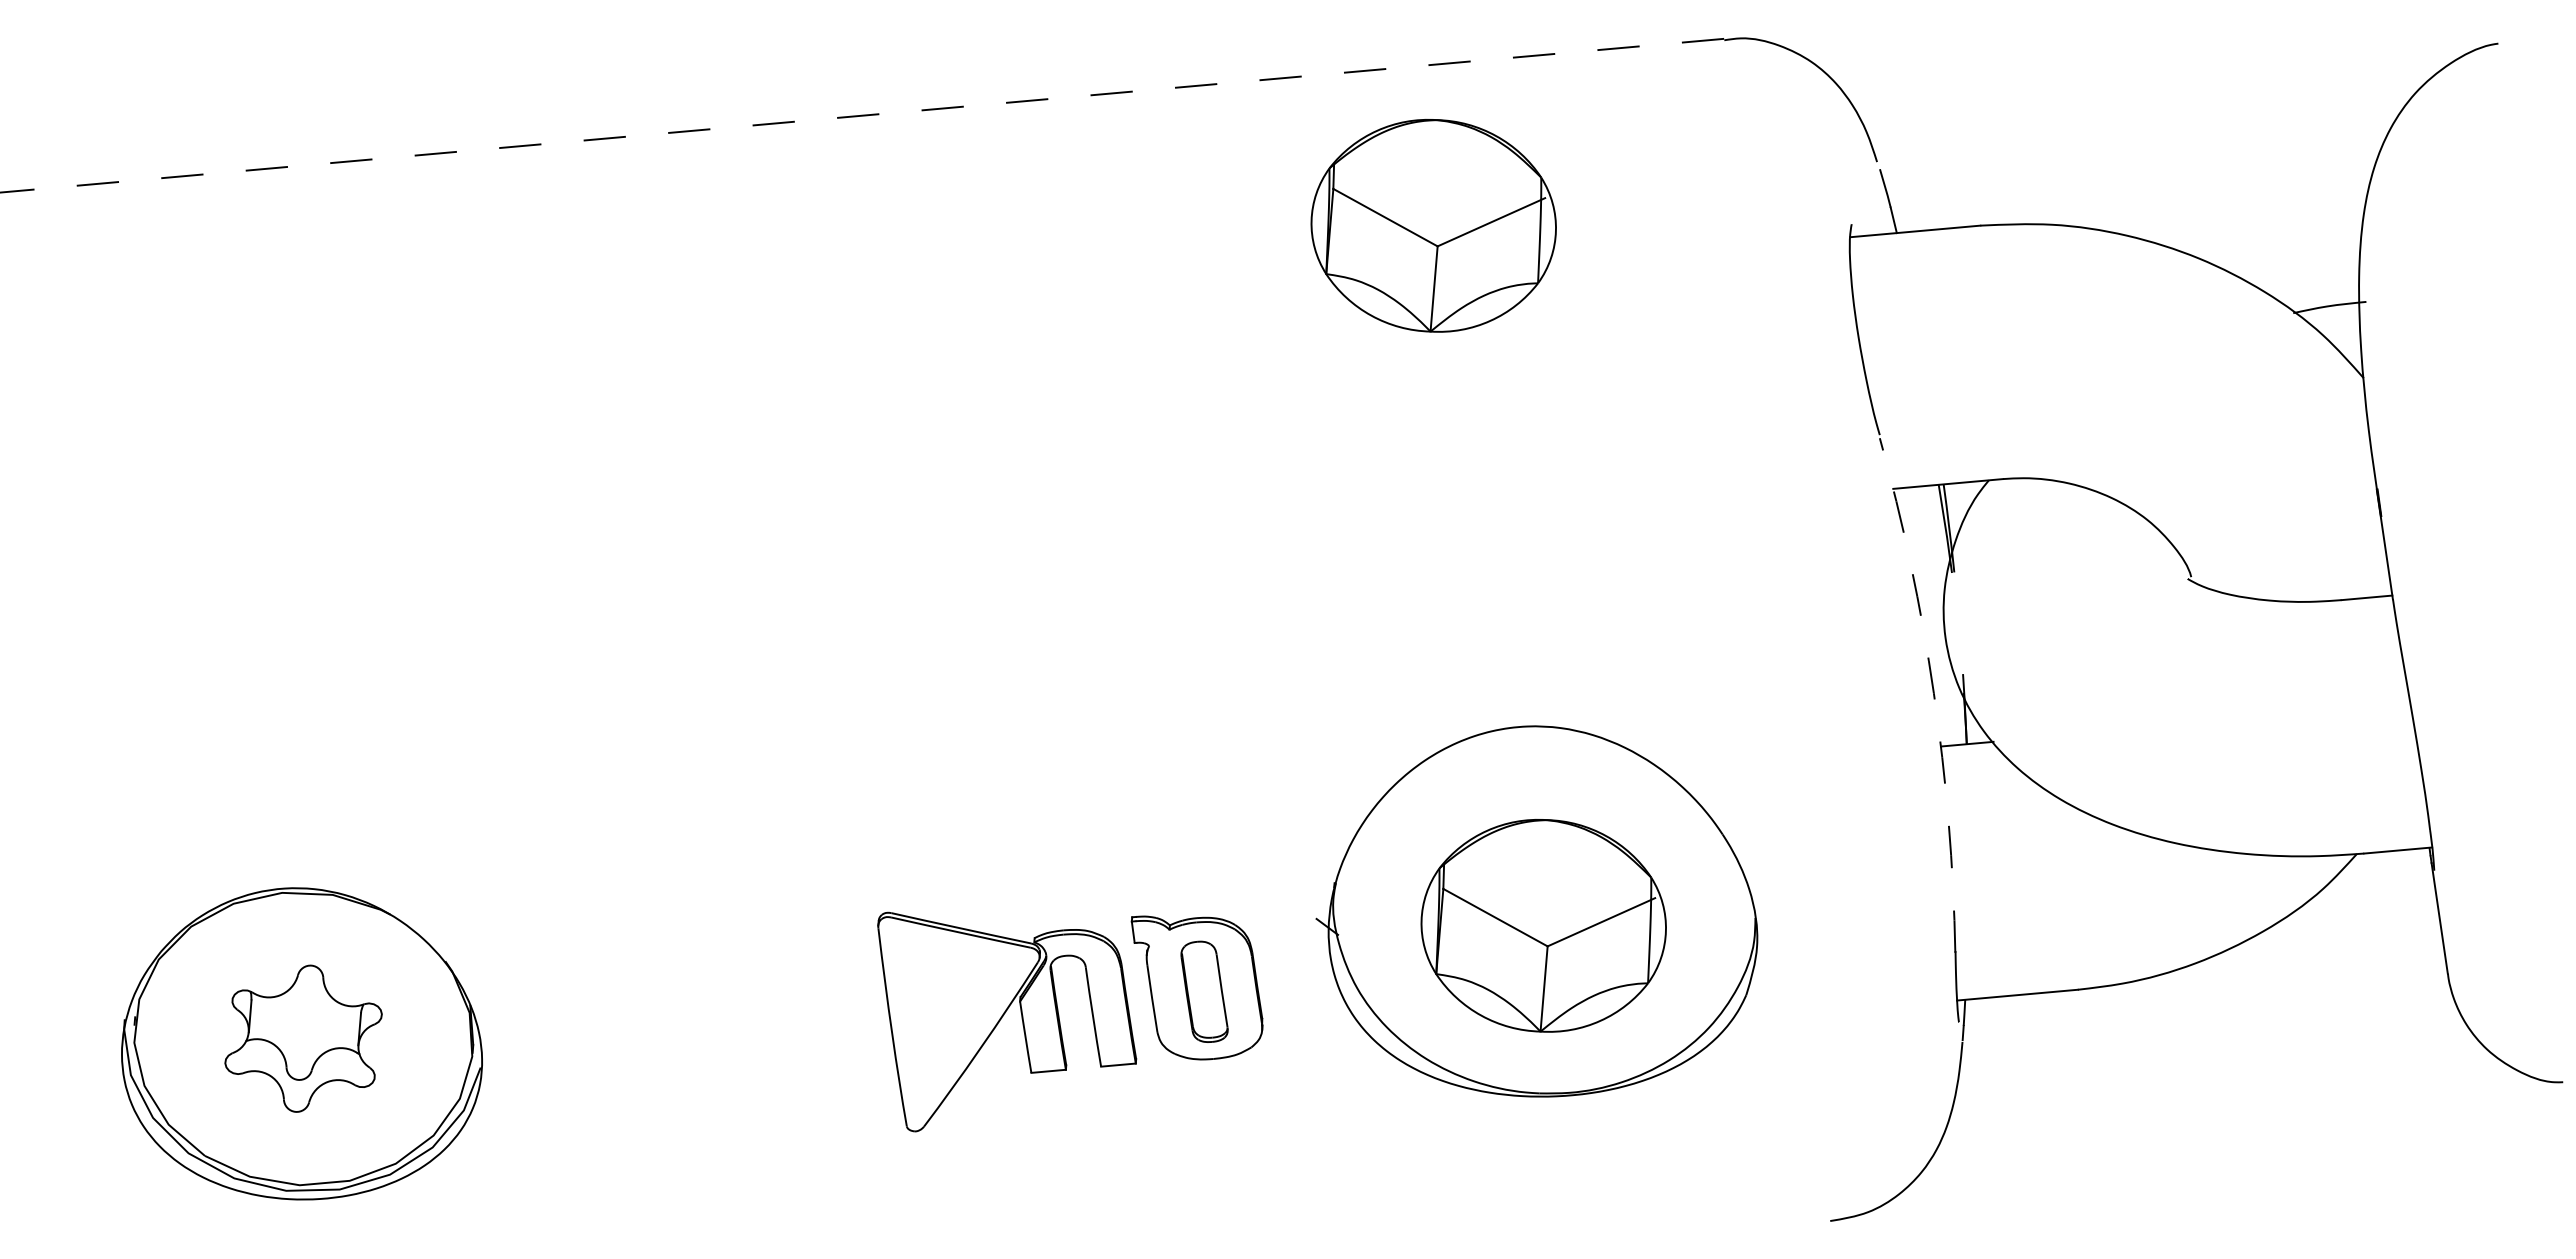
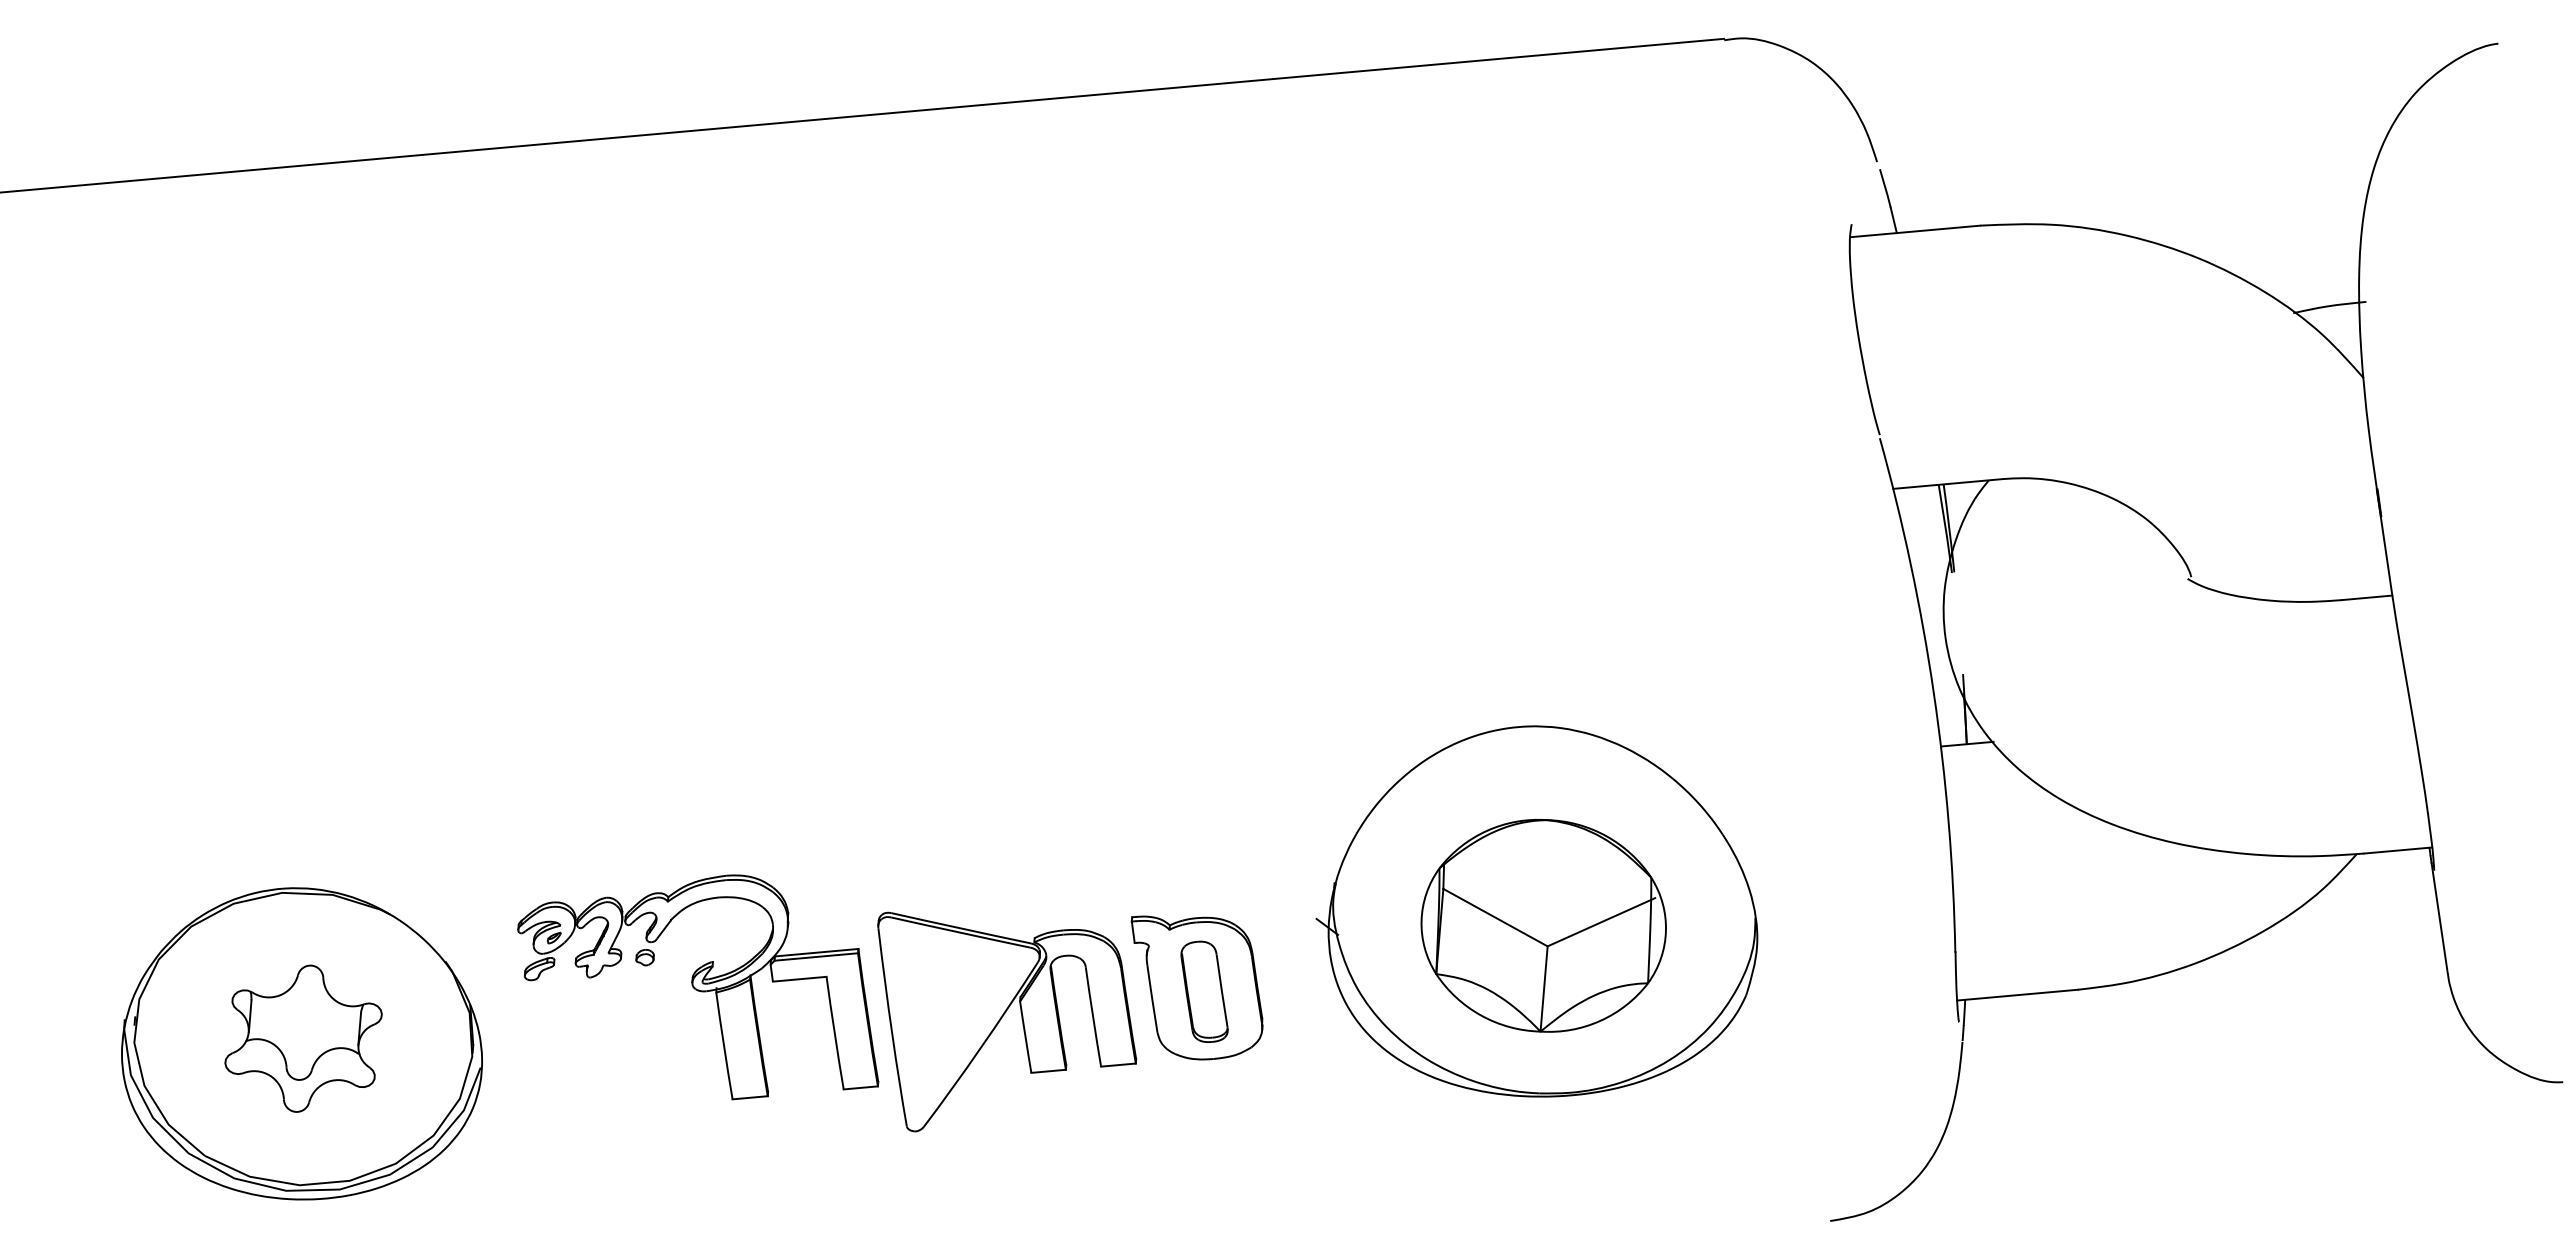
line at (861, 115): dashed -> solid
part at (1433, 225): present -> none
arc at (1933, 693): dashed -> solid
part at (698, 987): none -> present
